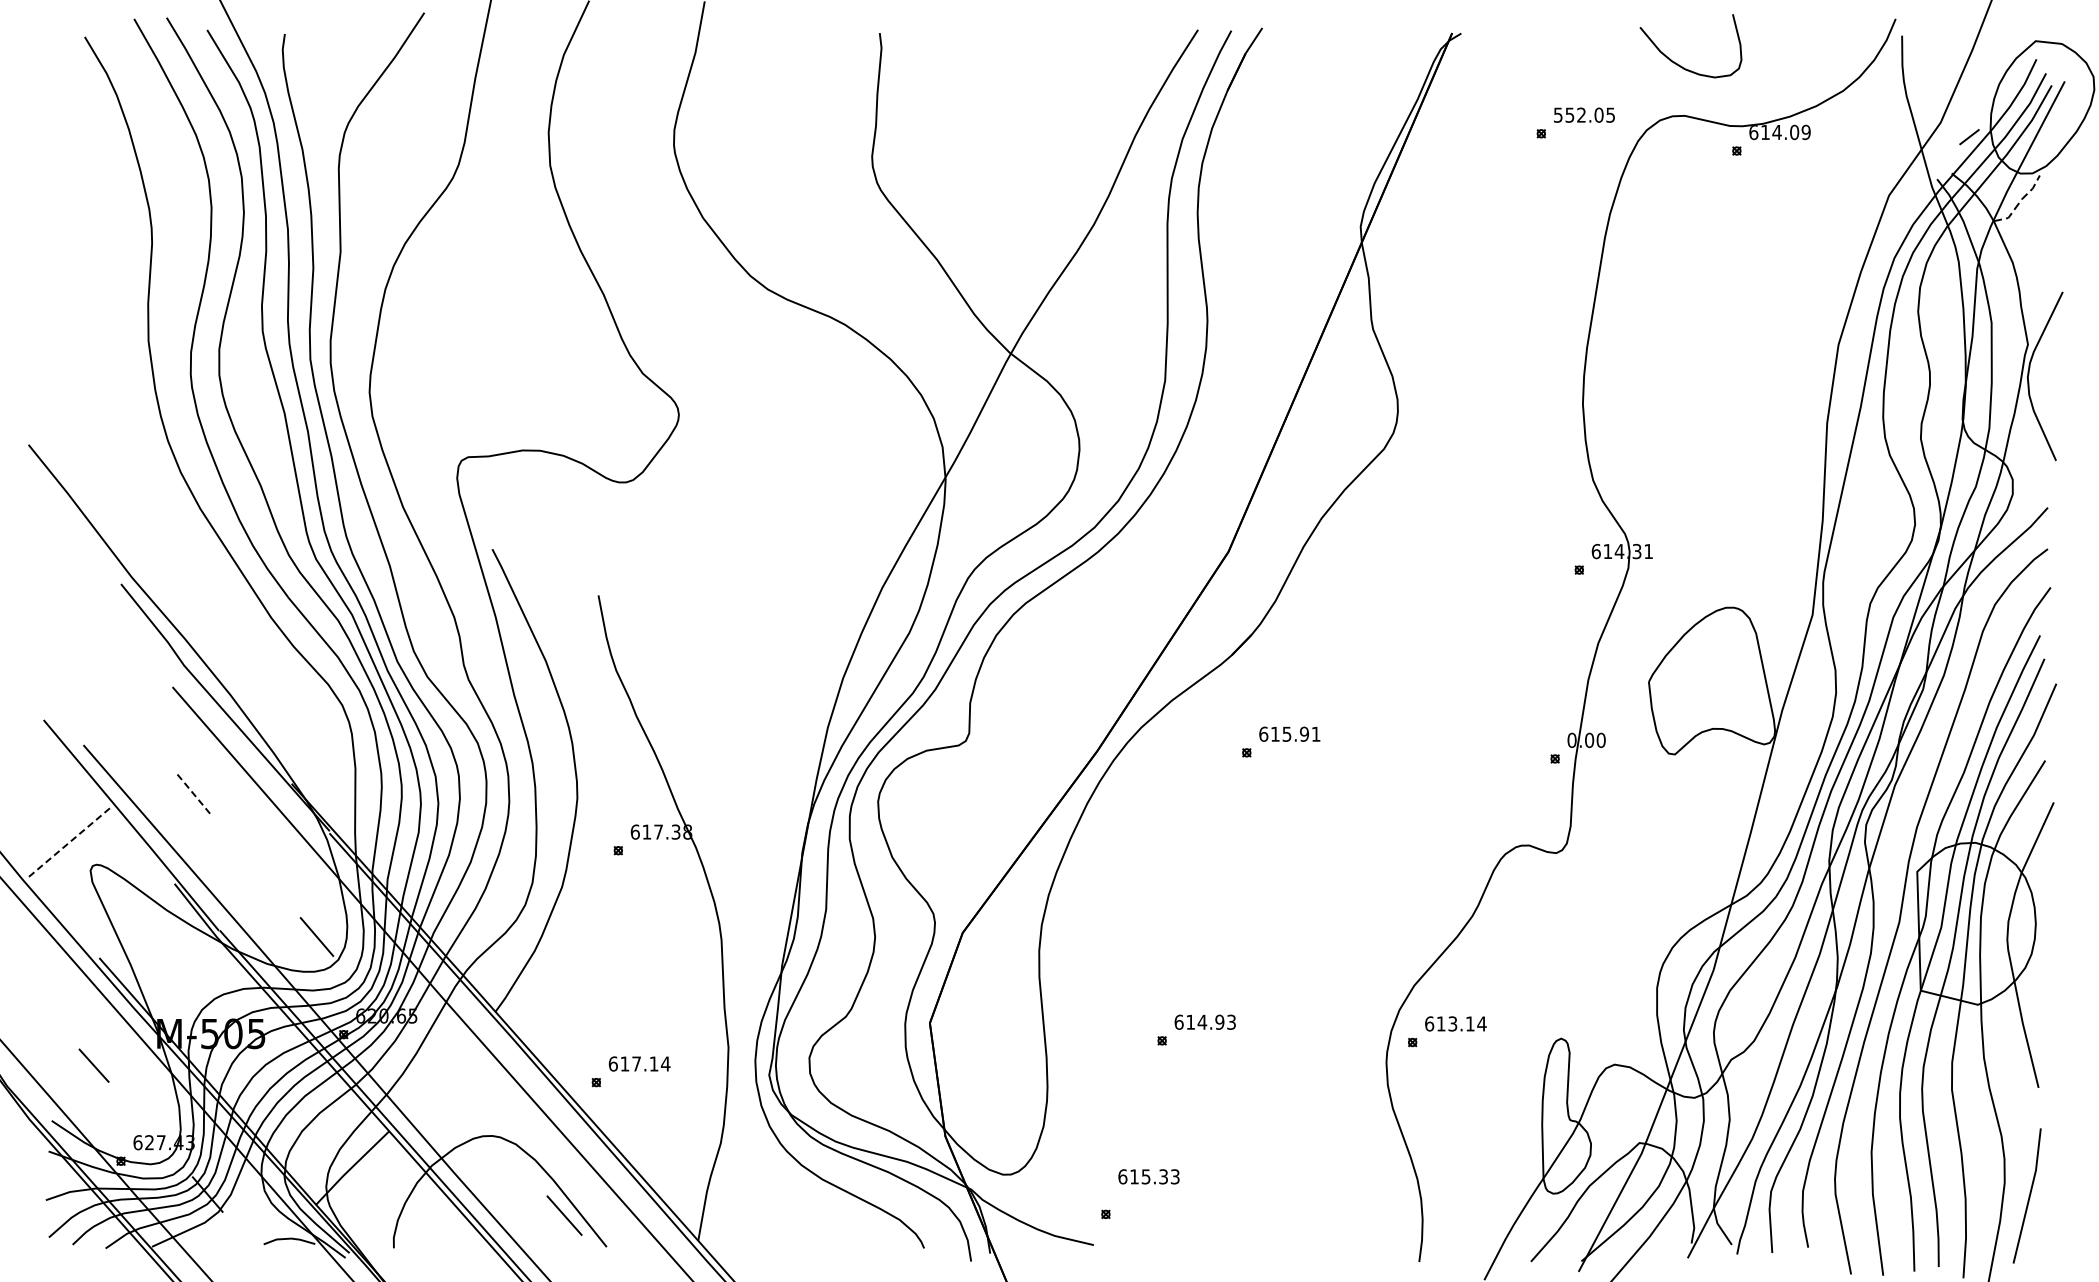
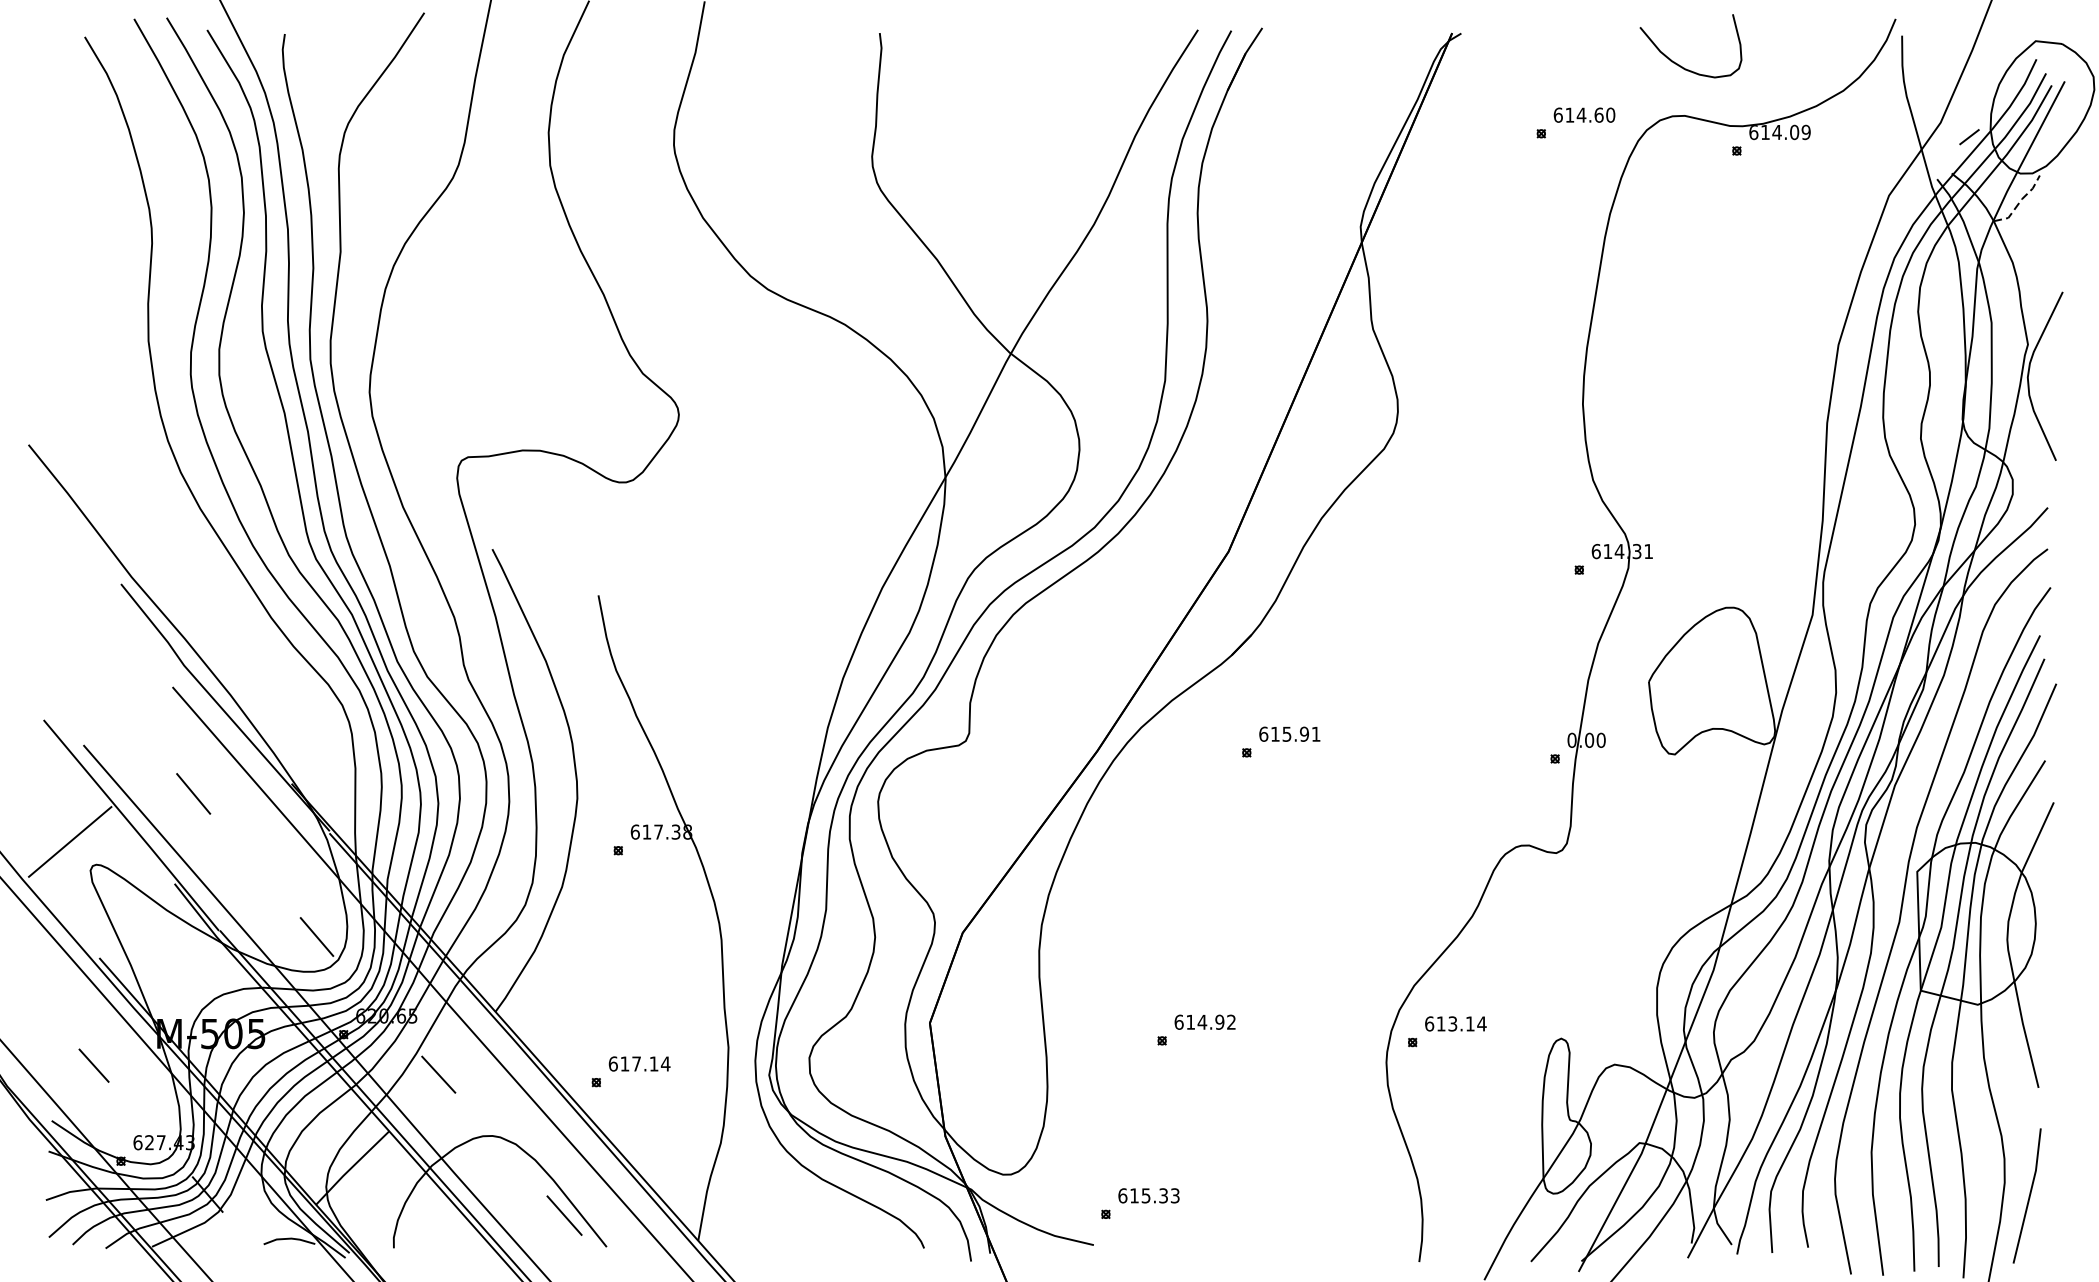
text at (1584, 114): 552.05 -> 614.60
line at (193, 793): dashed -> solid
line at (70, 841): dashed -> solid
text at (1231, 1022): 614.93 -> 614.92
line at (438, 1074): none -> present
text at (1148, 1176) position: (1148, 1176) -> (1148, 1195)
